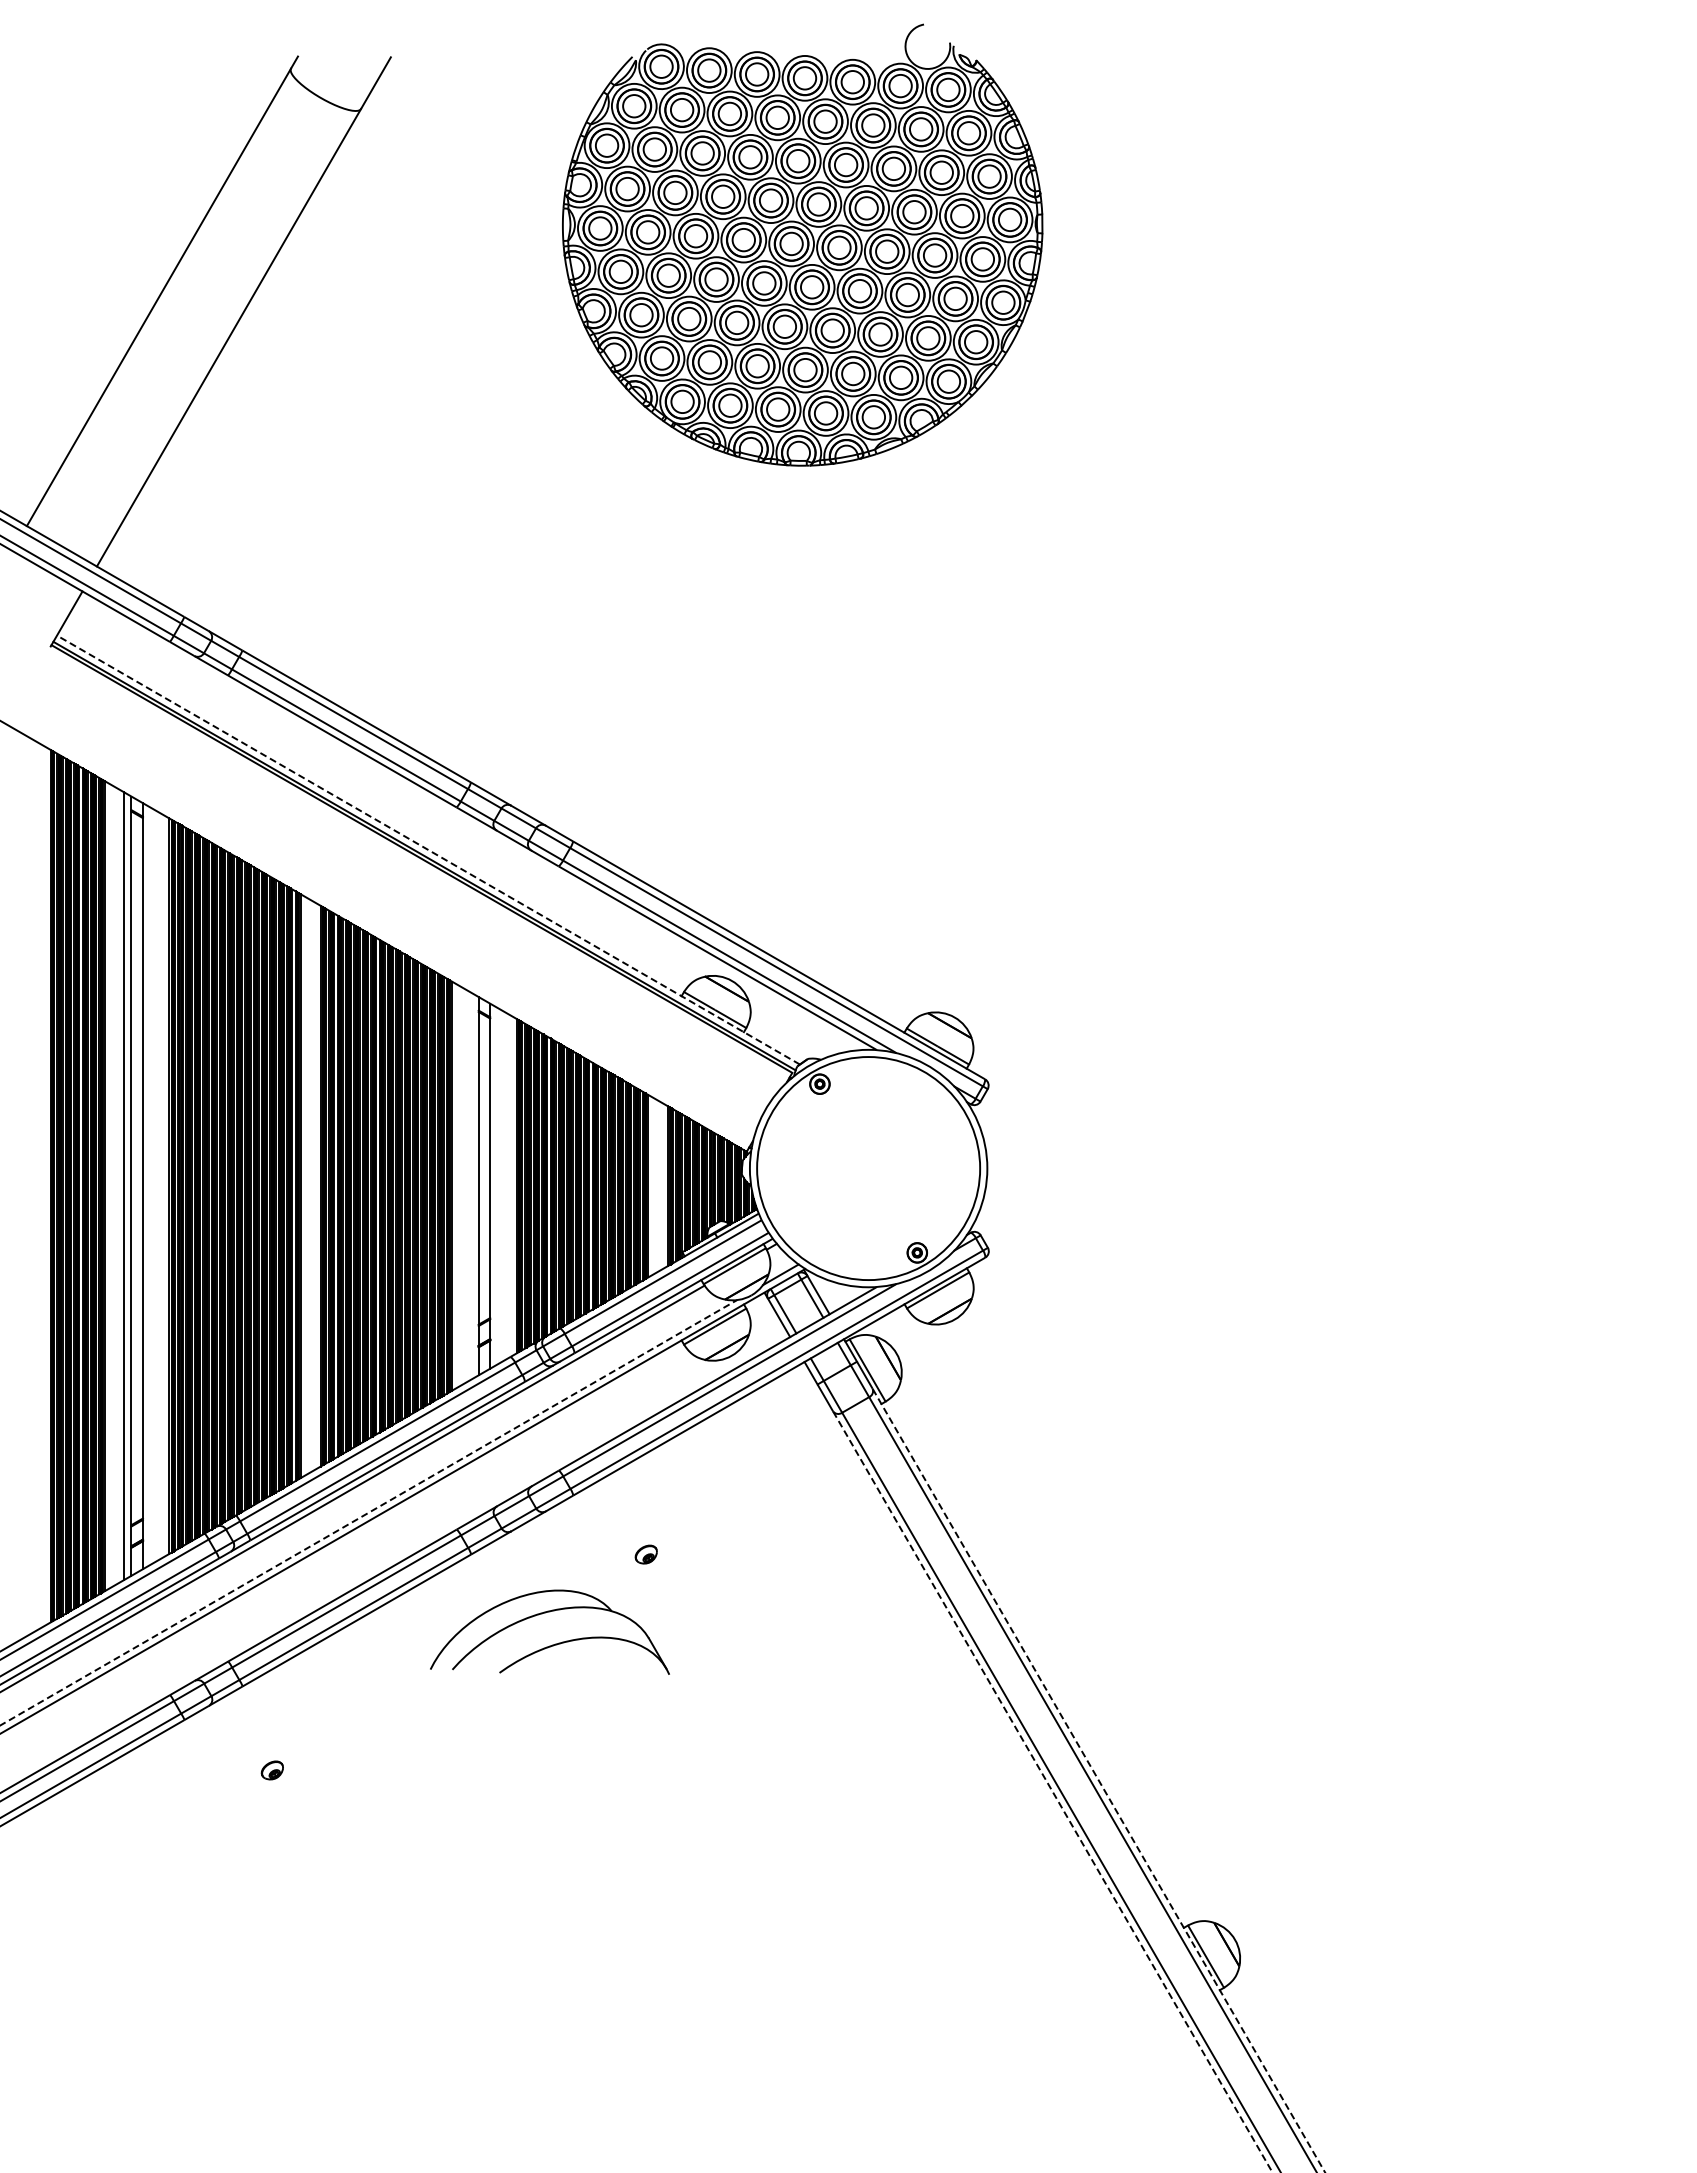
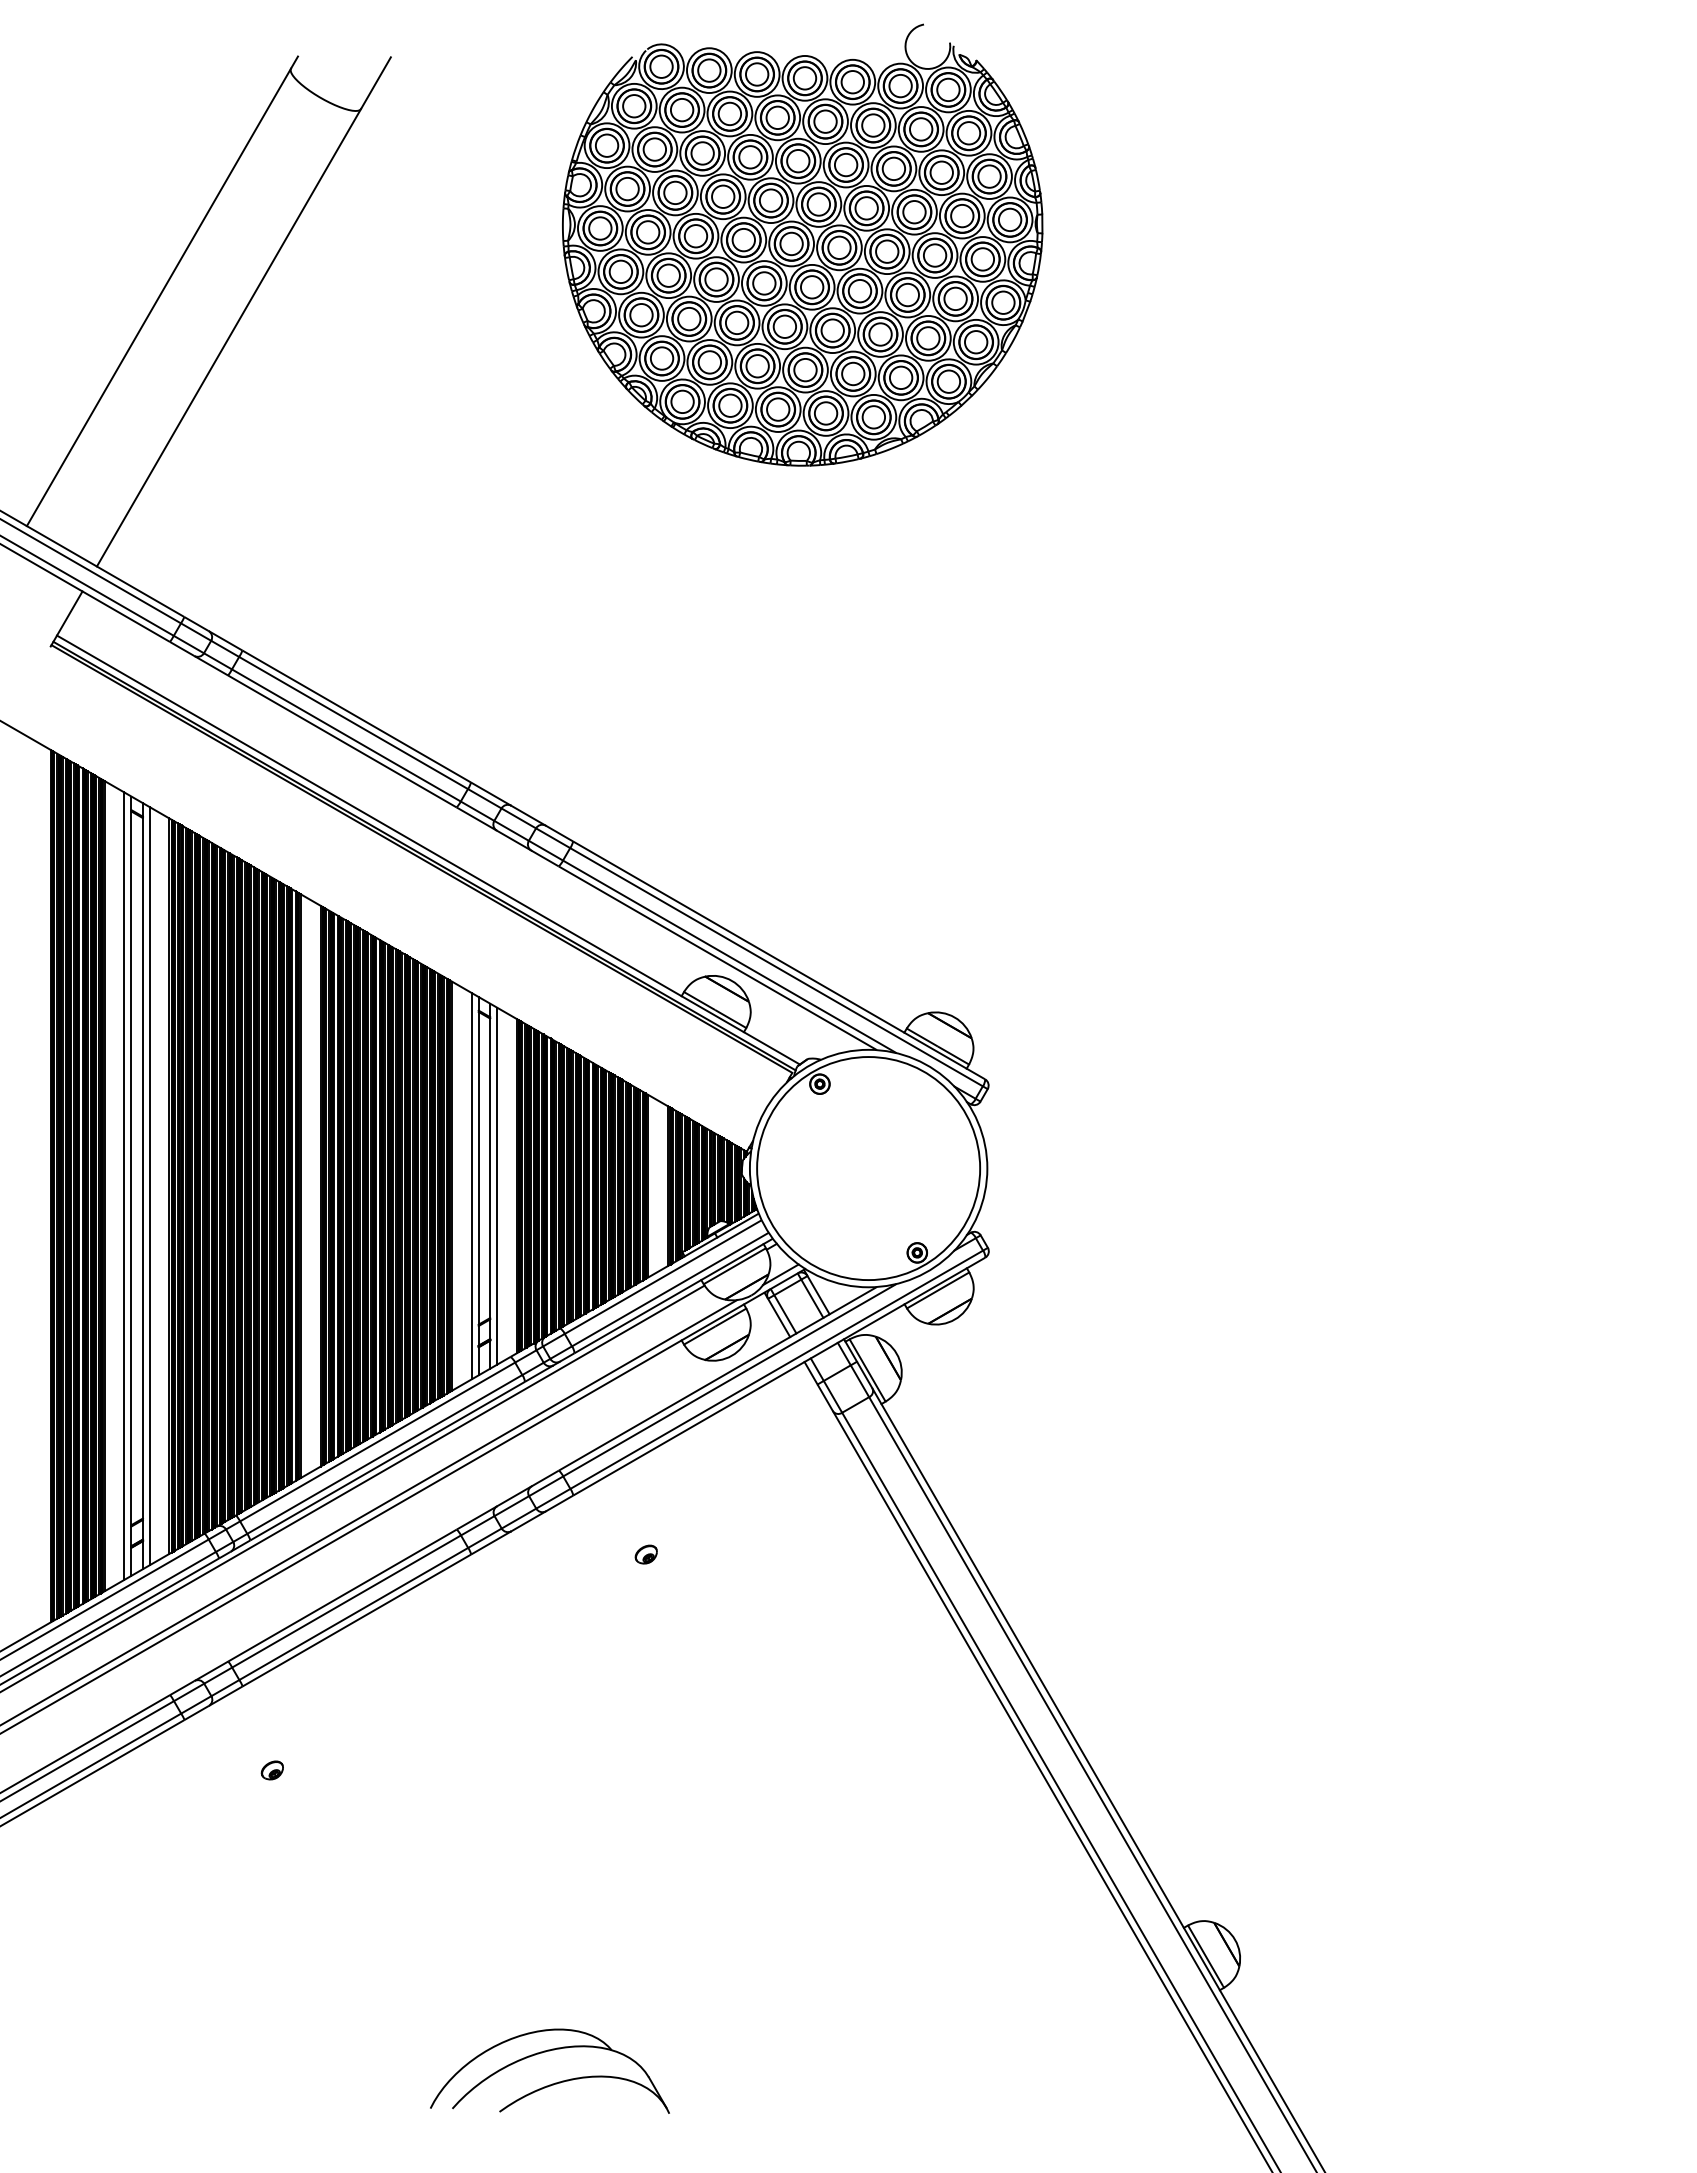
line at (428, 850): dashed -> solid
line at (471, 1185): none -> present
line at (497, 1185): none -> present
line at (150, 1186): none -> present
line at (369, 1512): dashed -> solid
part at (552, 1644) position: (552, 1644) -> (552, 2083)
line at (1098, 1780): dashed -> solid
line at (1053, 1792): dashed -> solid
